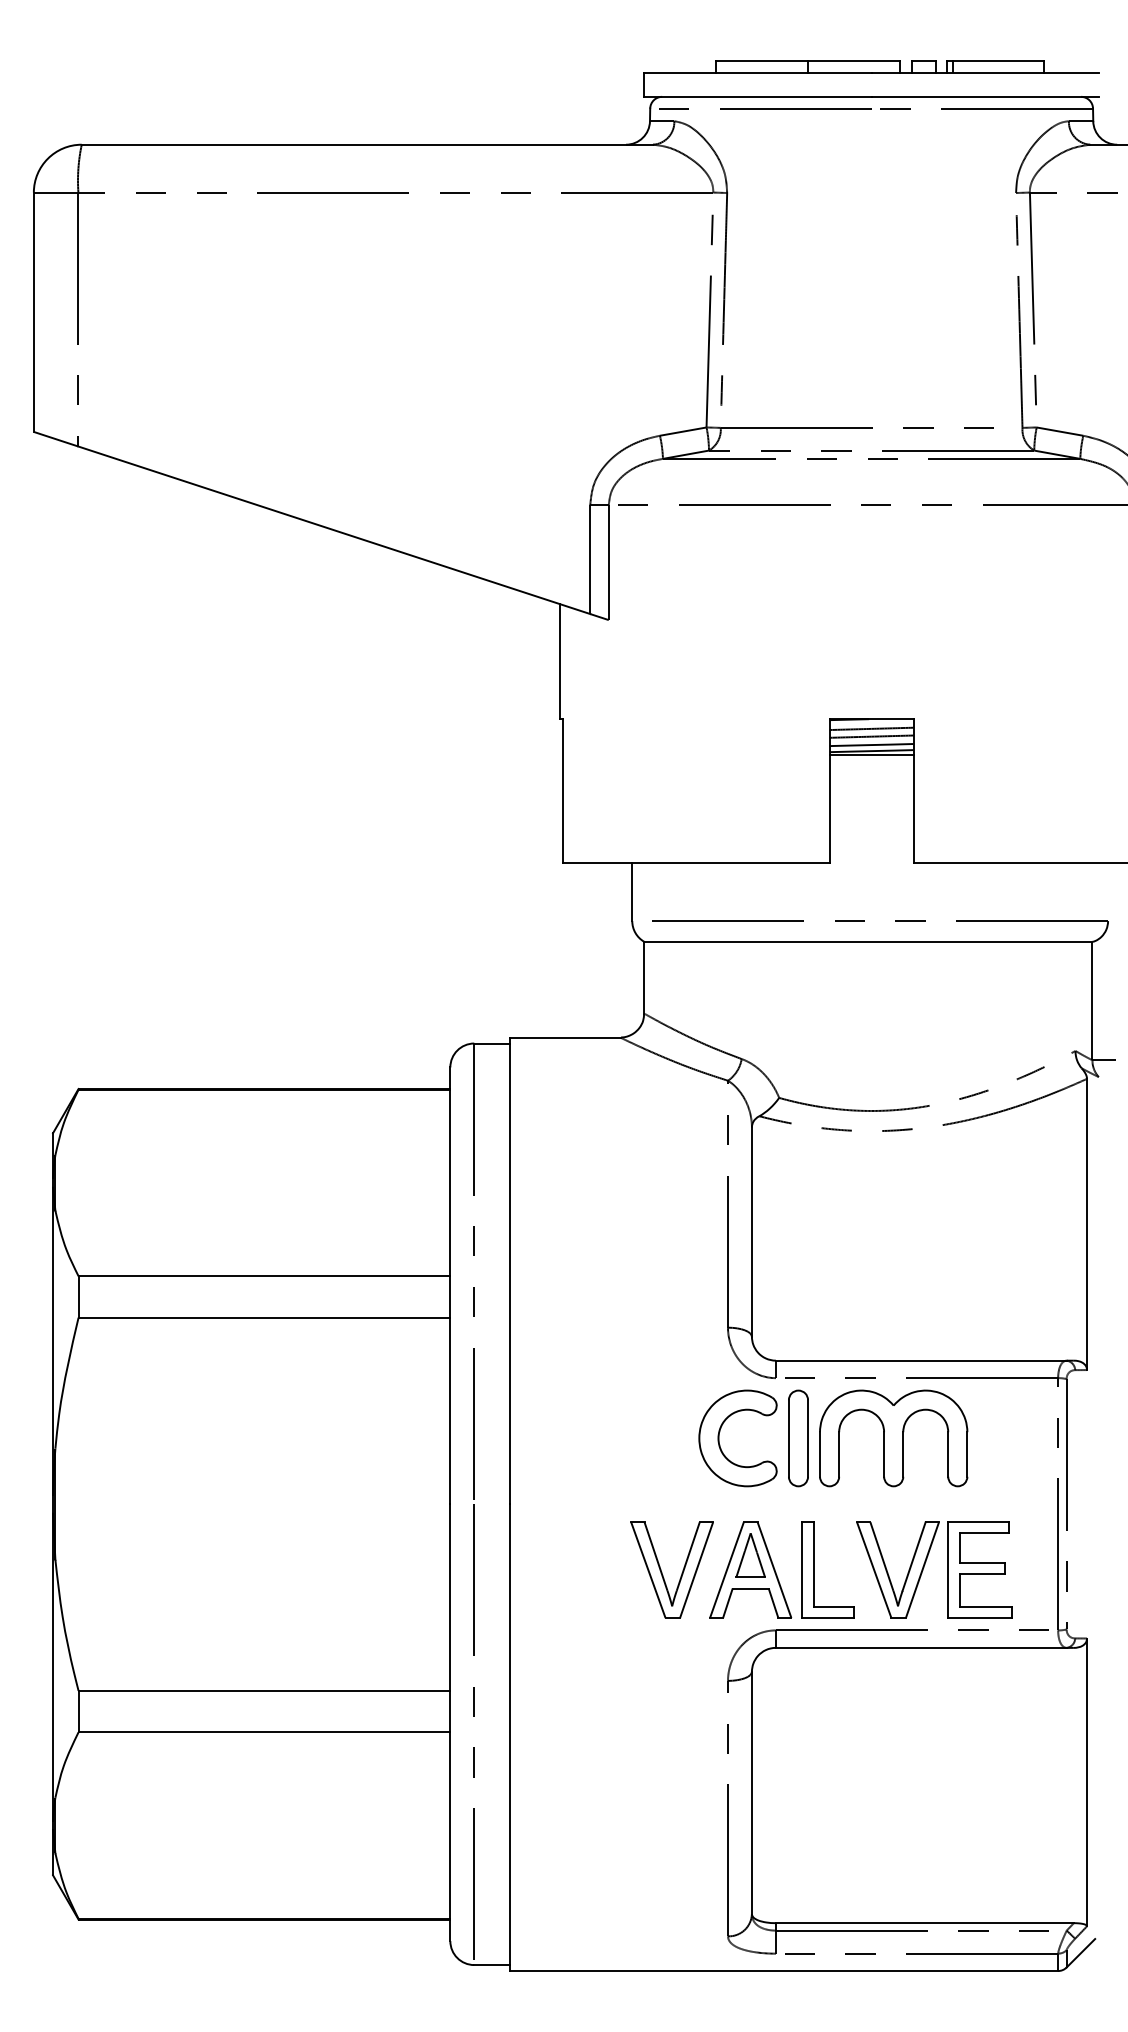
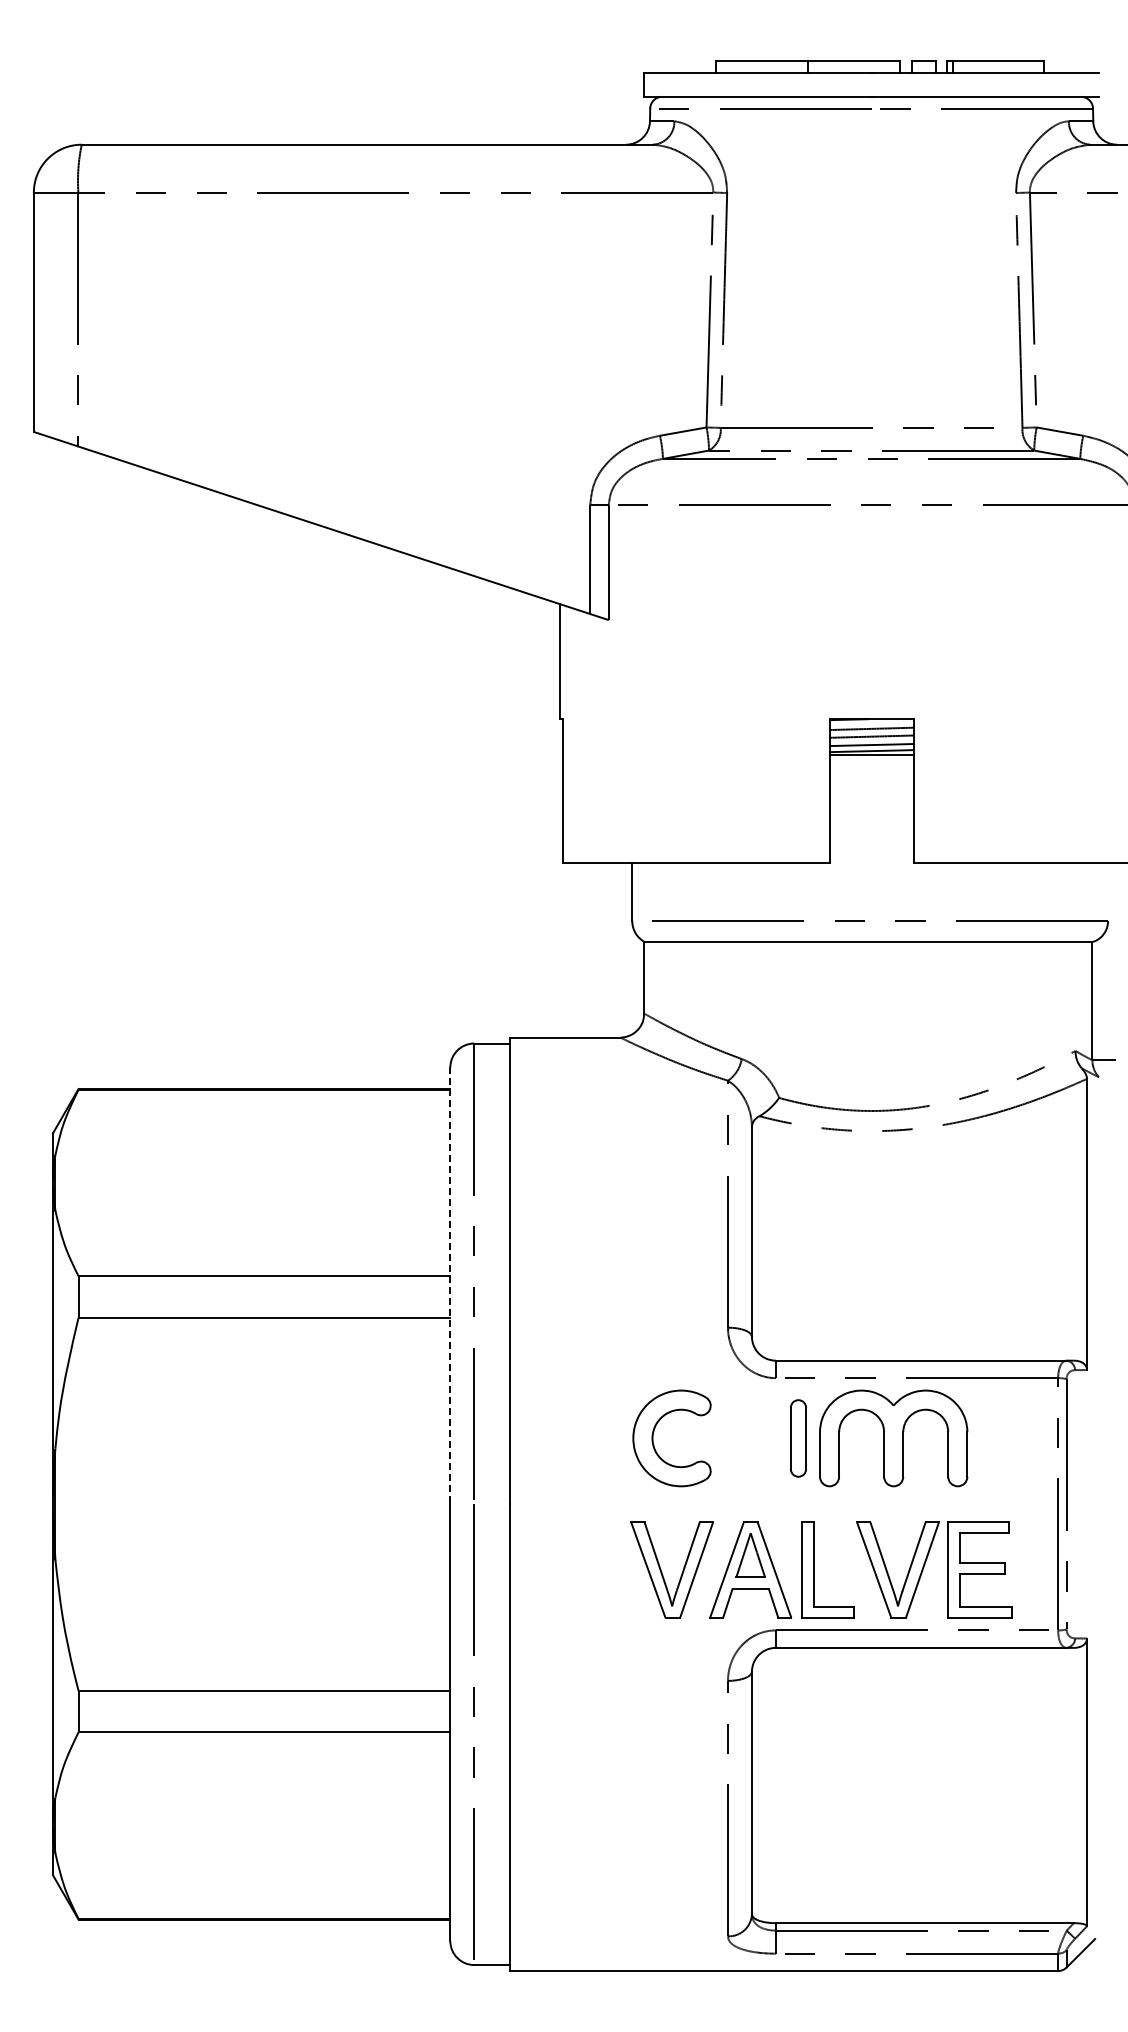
line at (450, 1286): solid -> dashed
part at (719, 1438) position: (719, 1438) -> (653, 1438)
part at (798, 1438) size: 21x99 px -> 17x79 px
